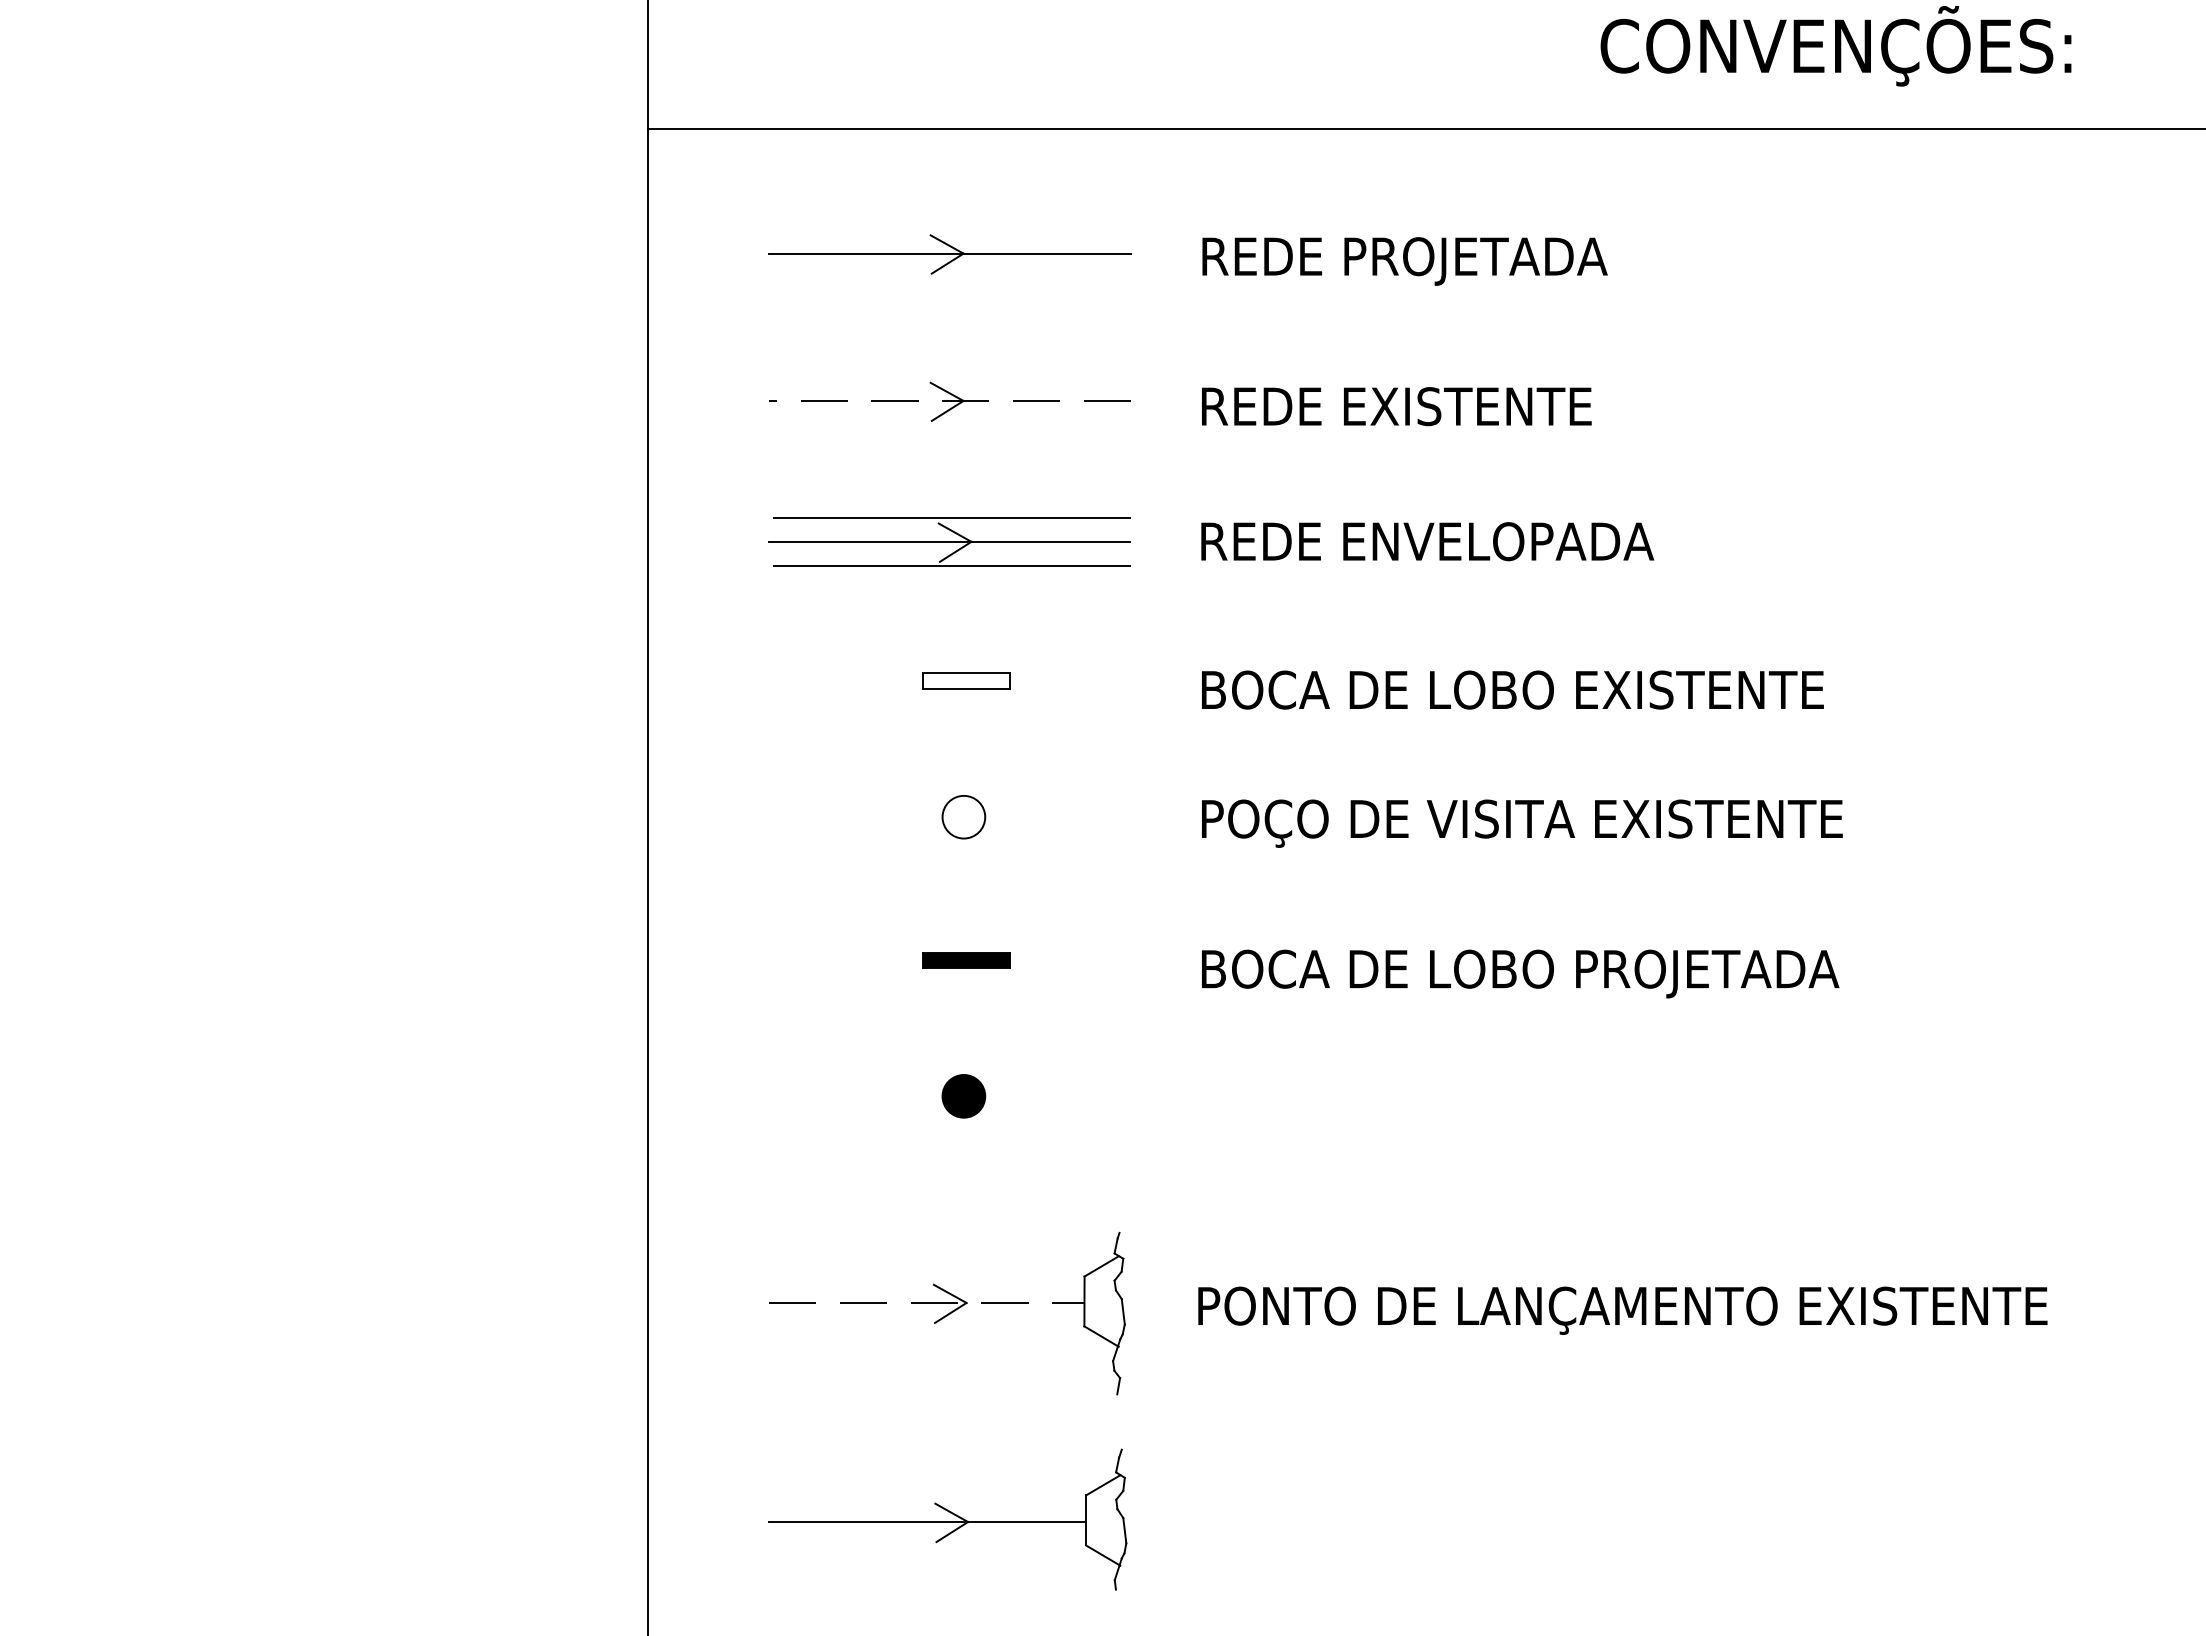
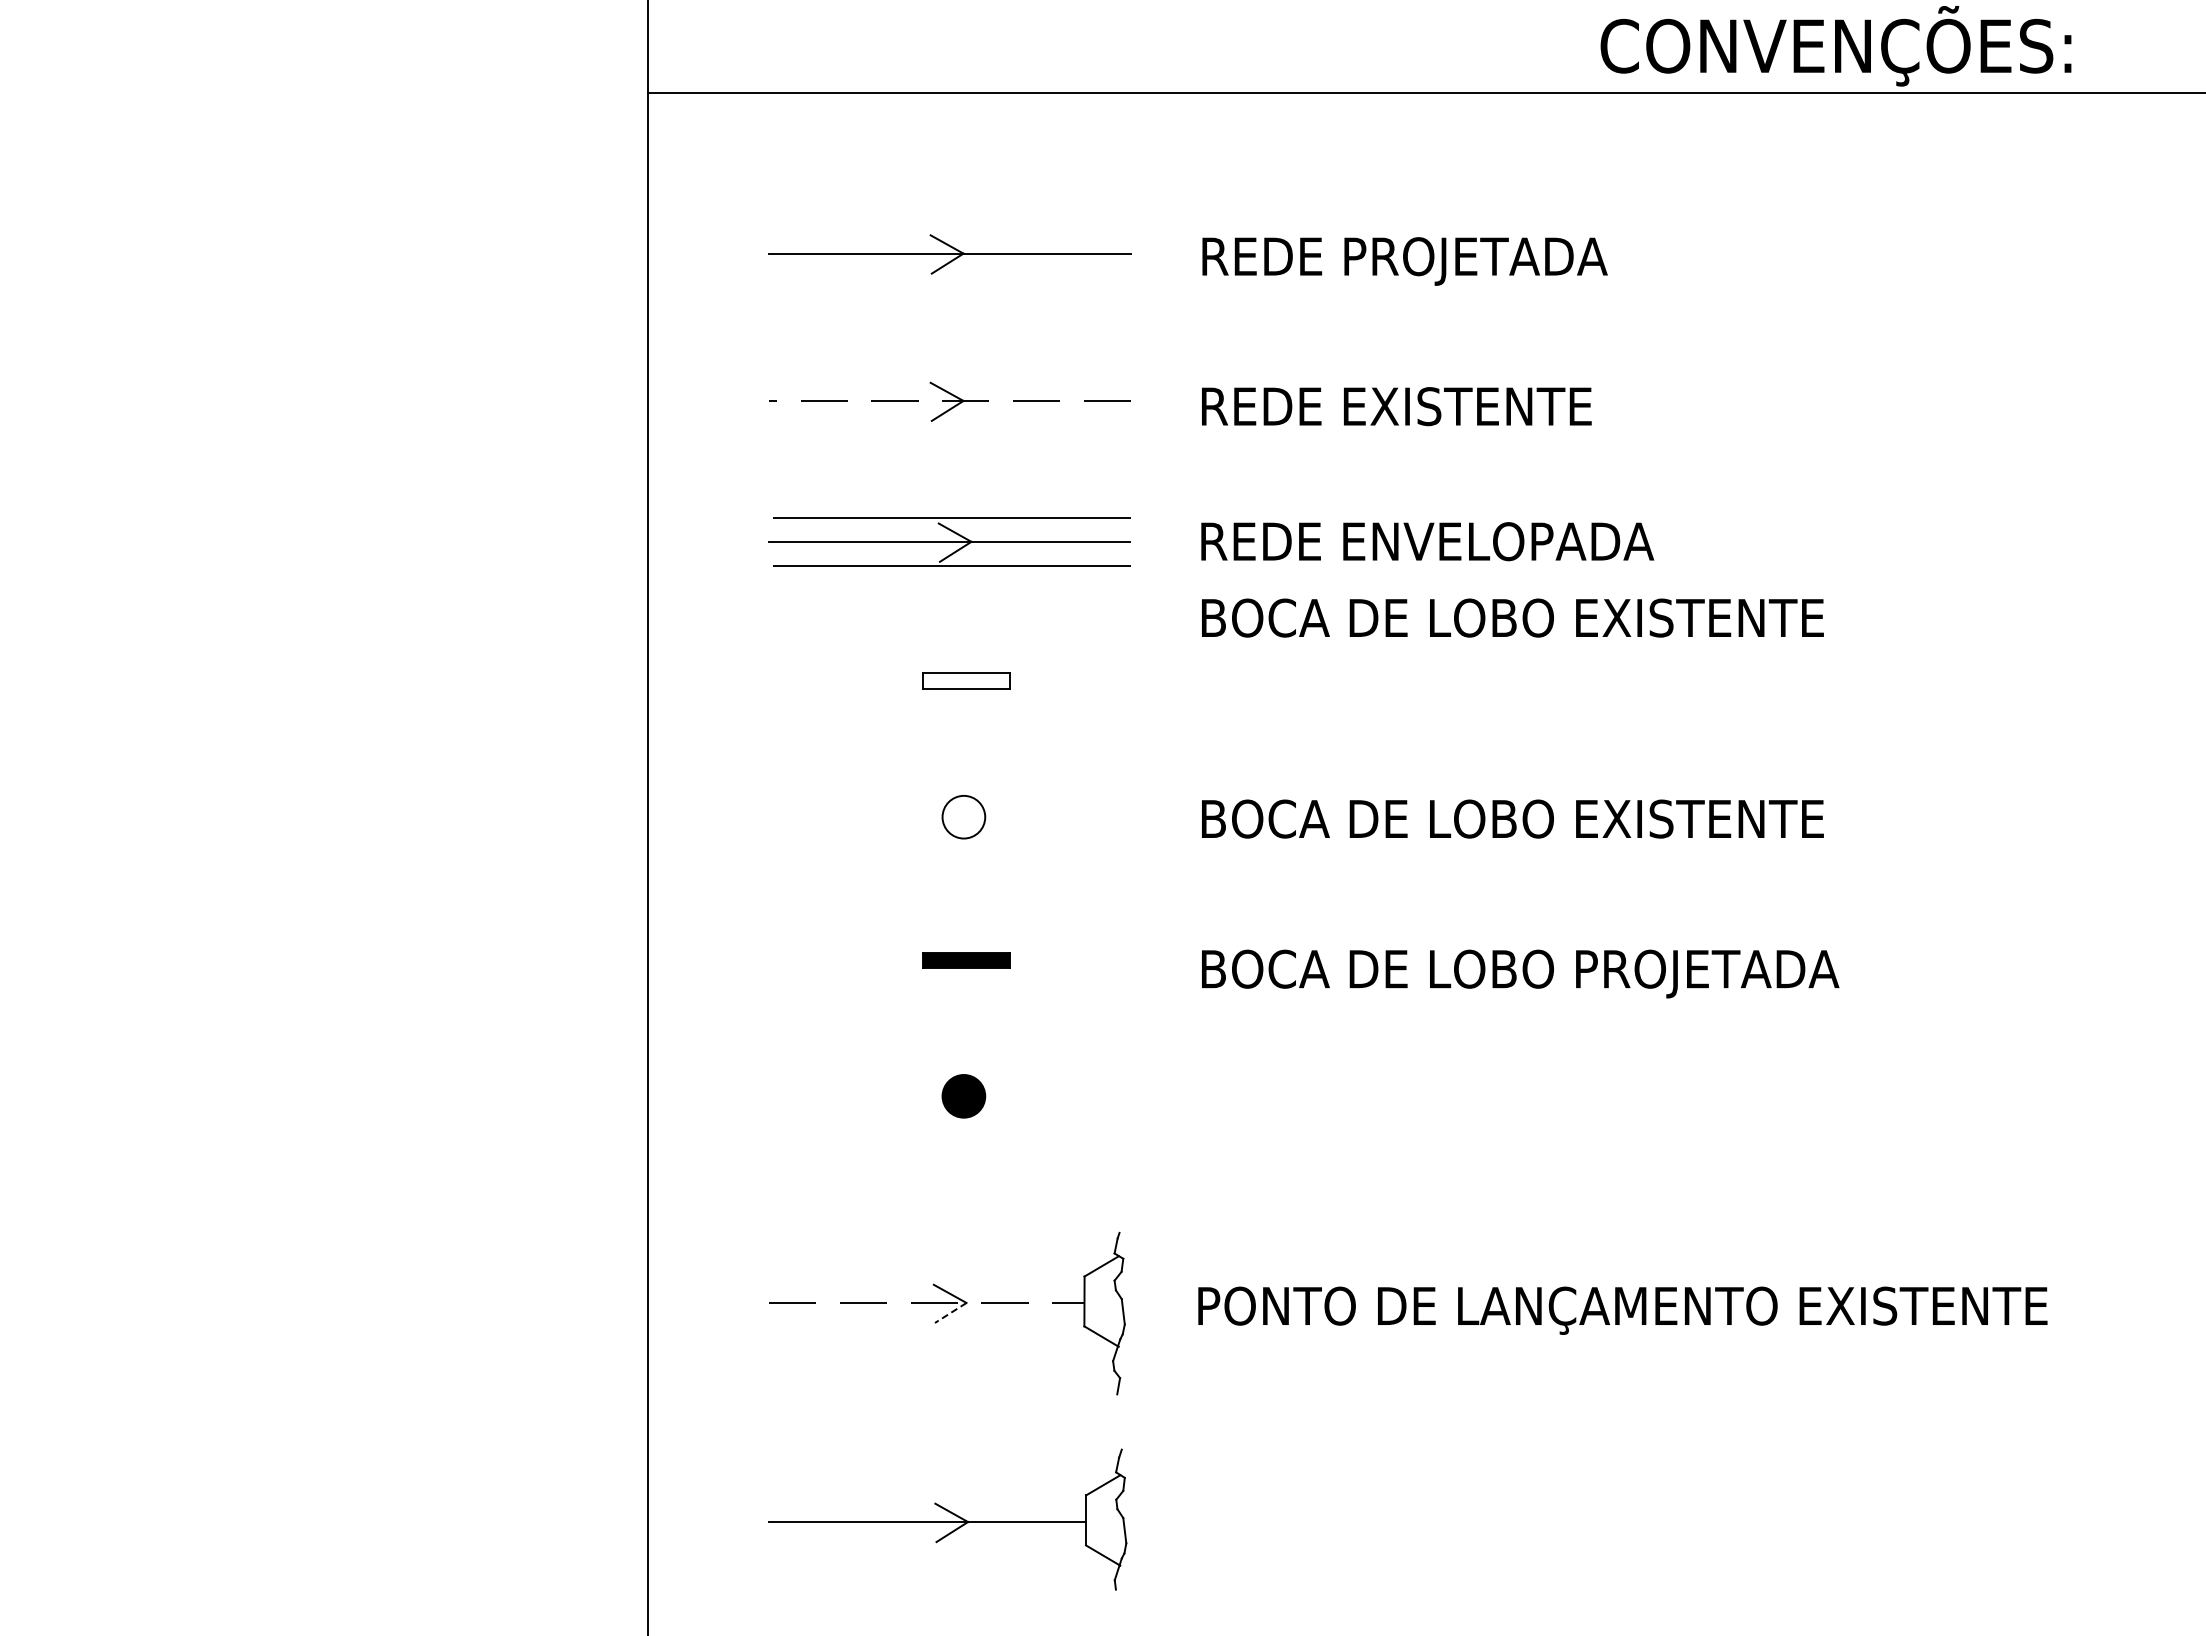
line at (1424, 129) position: (1424, 129) -> (1424, 93)
text at (1512, 689) position: (1512, 689) -> (1512, 617)
text at (1524, 823): POÇO DE VISITA EXISTENTE -> BOCA DE LOBO EXISTENTE
line at (950, 1312): solid -> dashed
